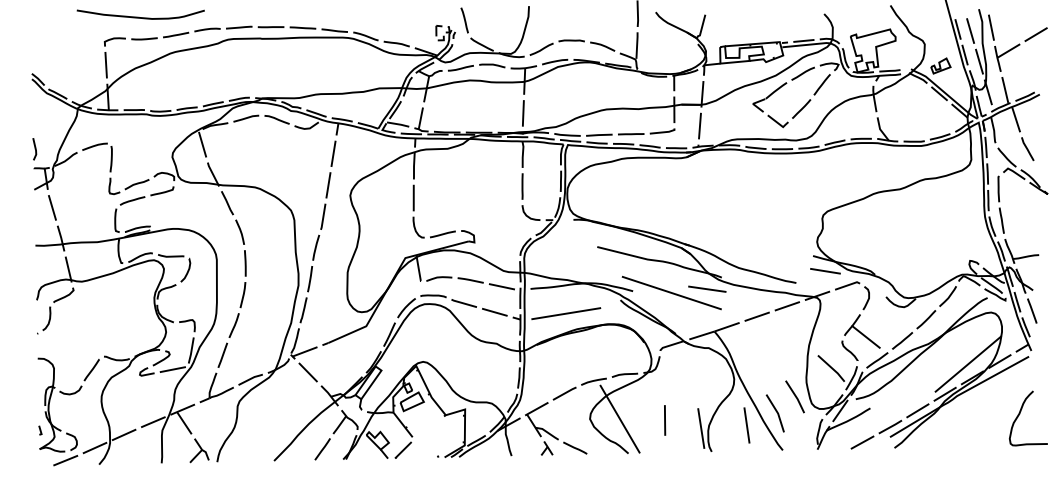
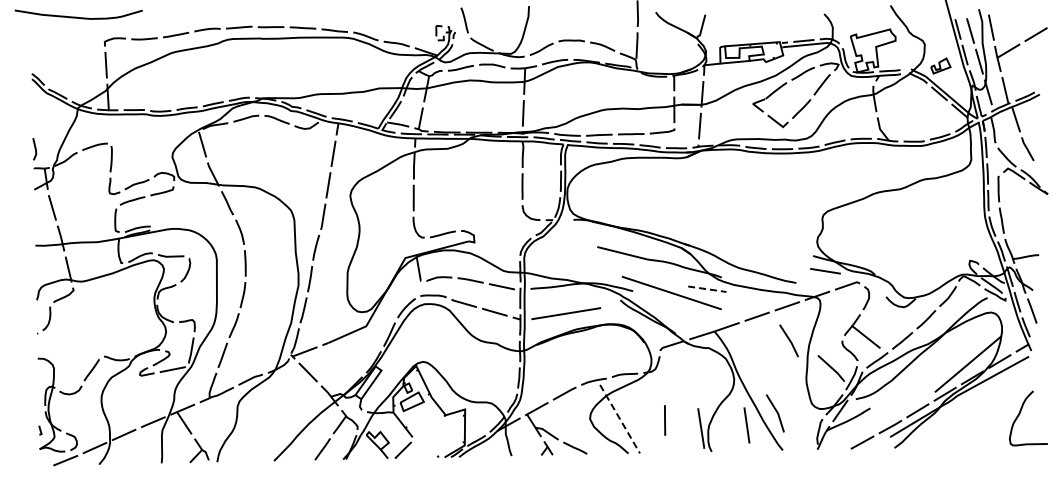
curve at (138, 16) position: (138, 16) -> (76, 16)
line at (707, 289): solid -> dashed
line at (794, 396) position: (794, 396) -> (788, 340)
line at (620, 419): solid -> dashed
